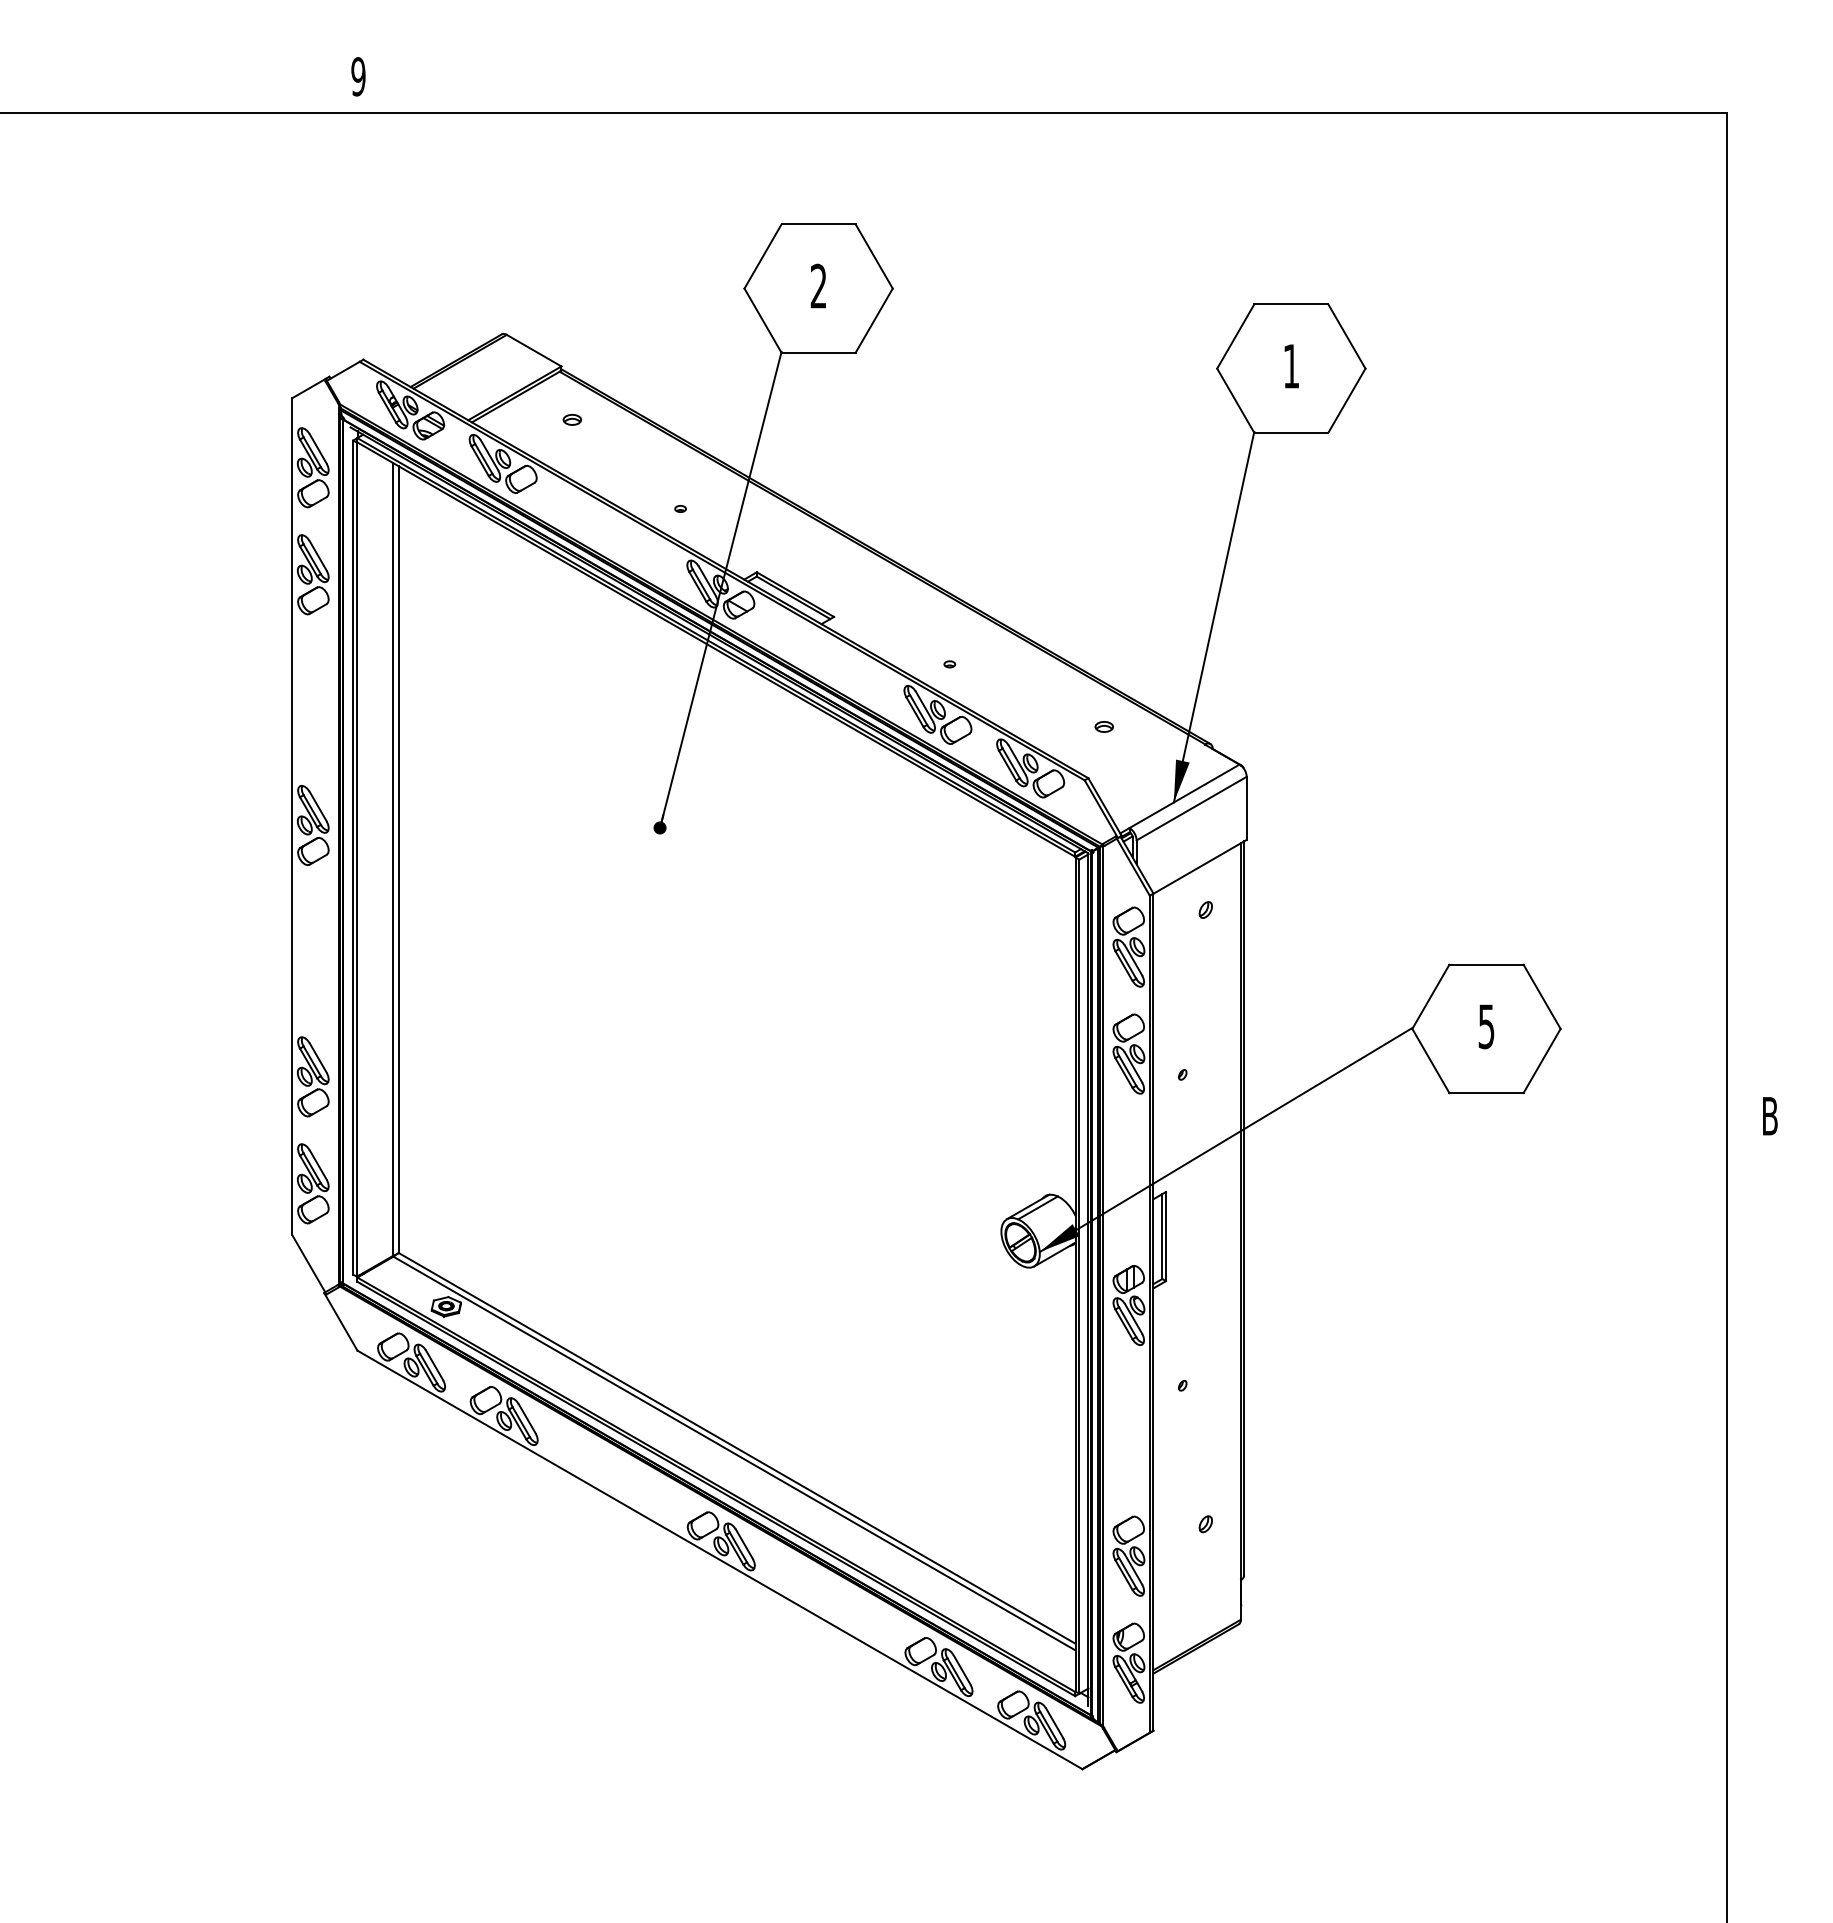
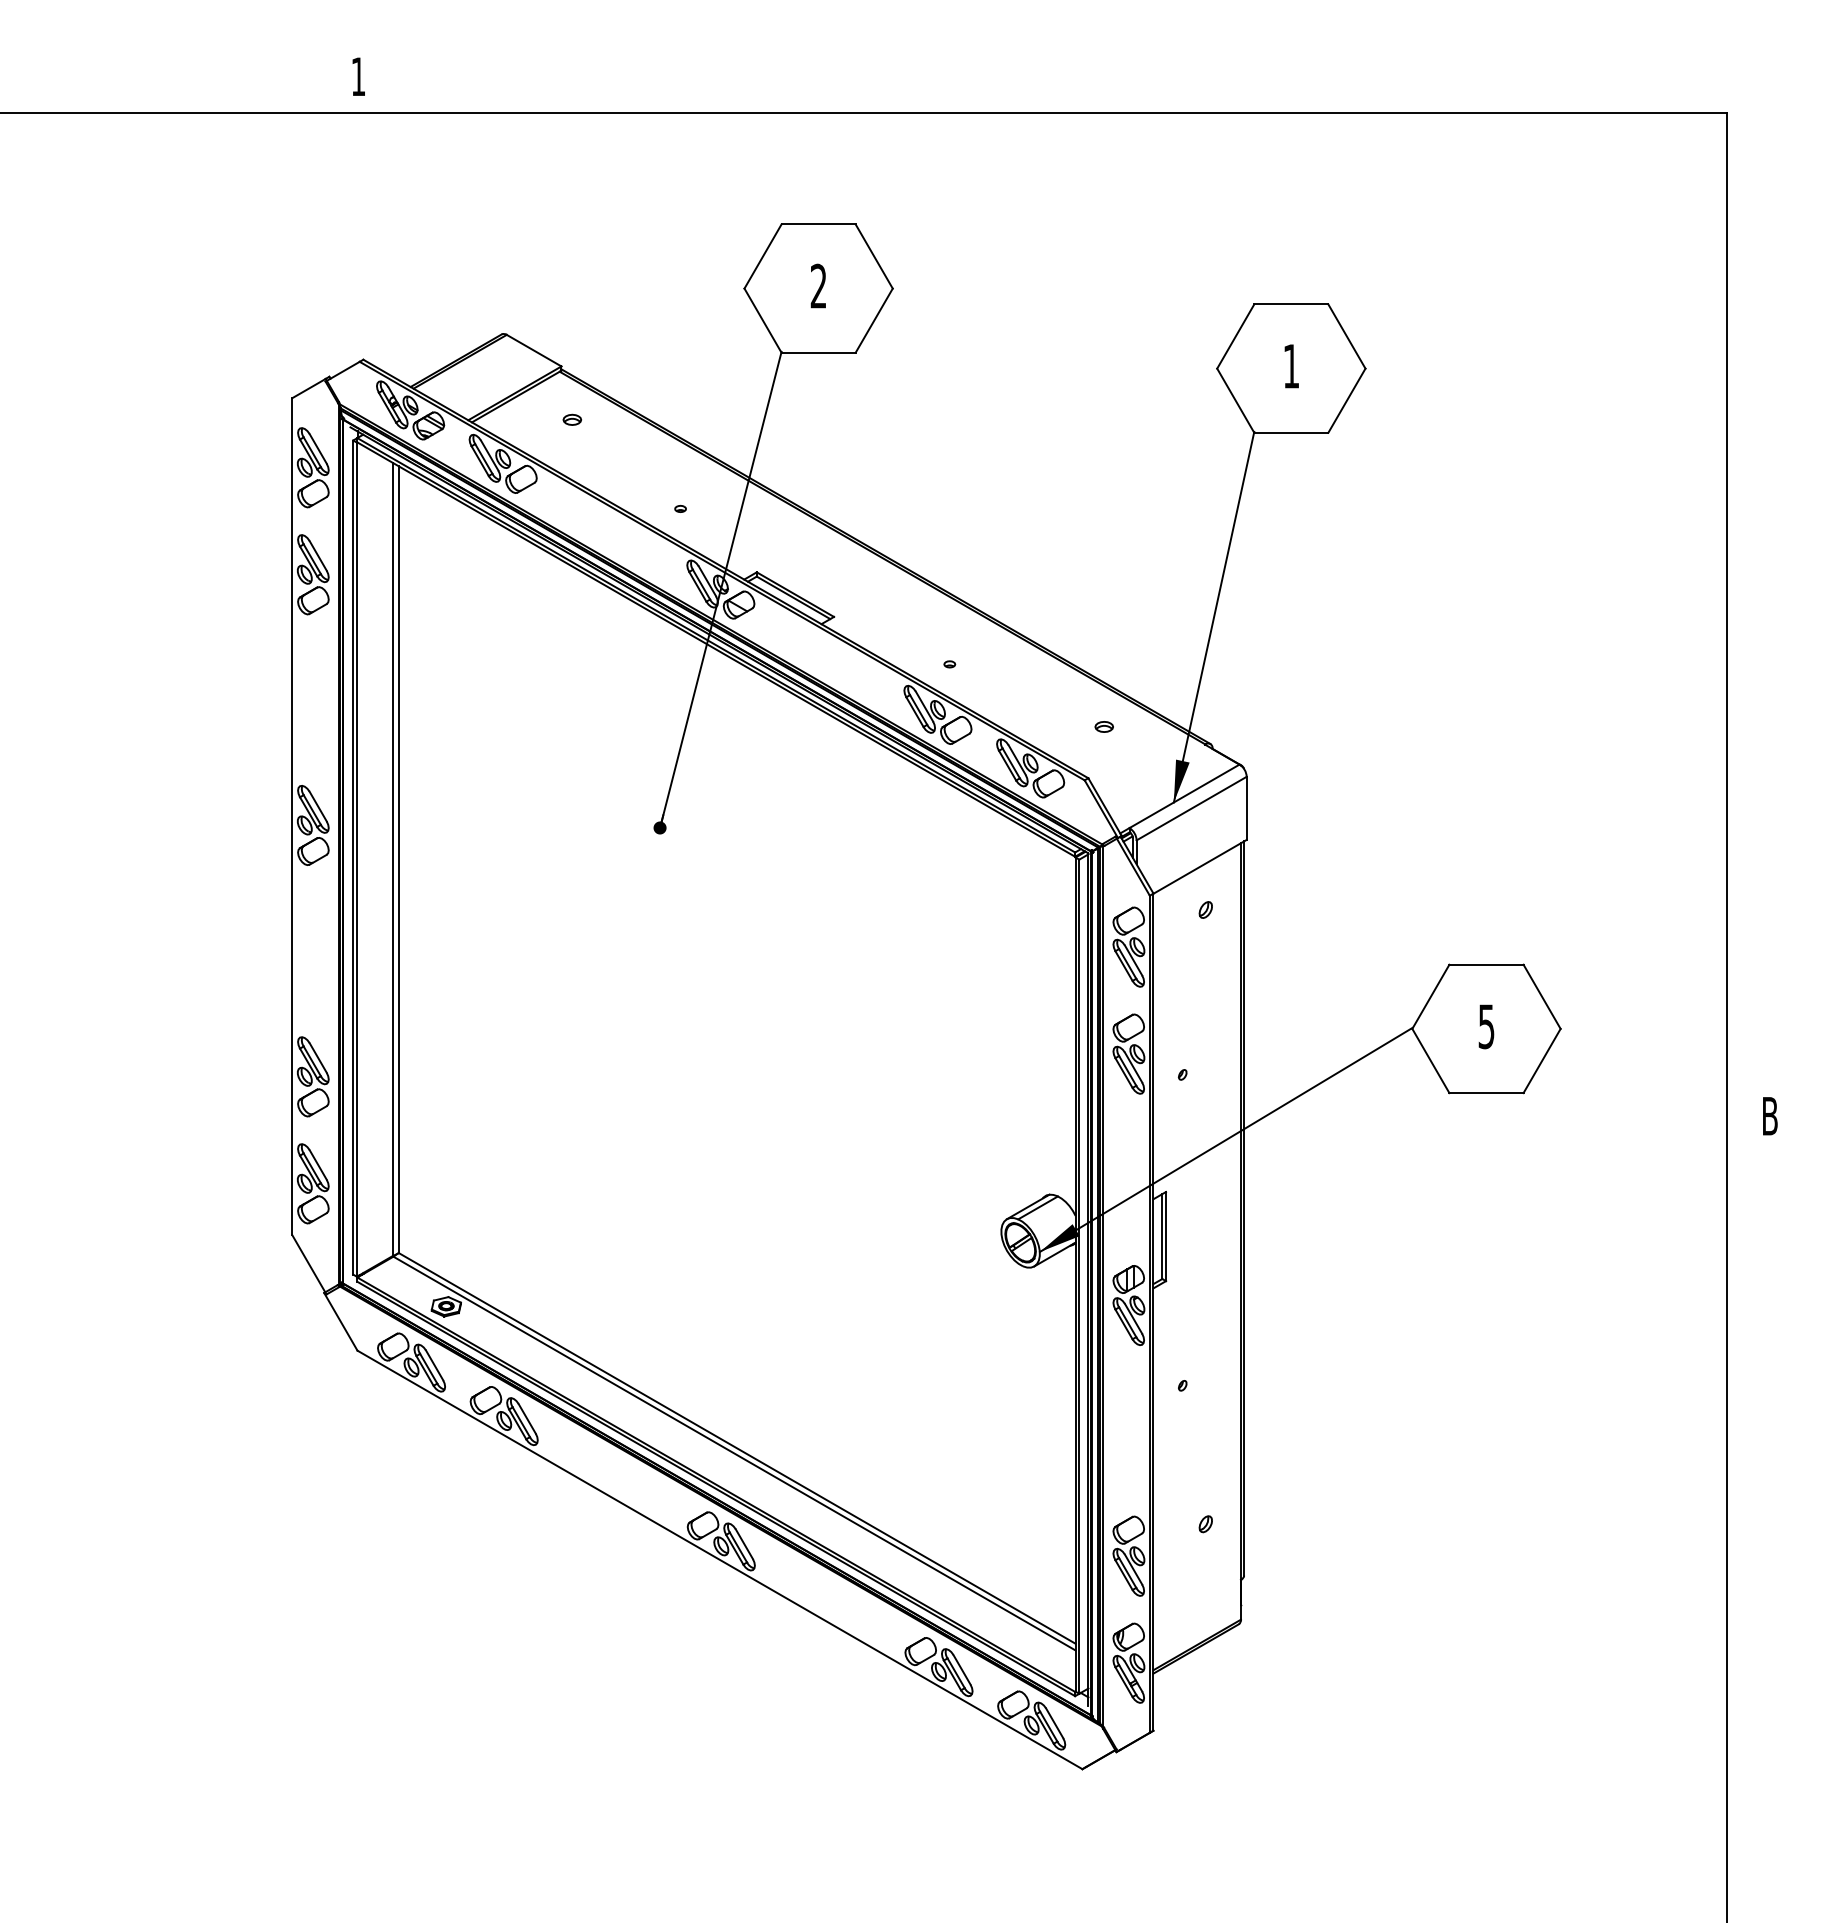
text at (358, 76): 9 -> 1
